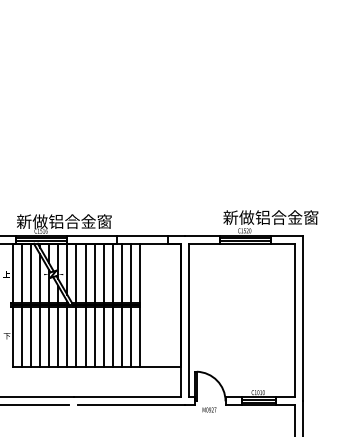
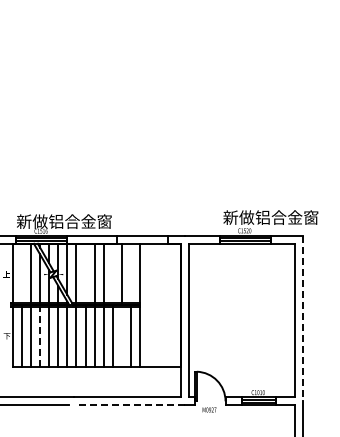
line at (21, 273): present -> none
line at (85, 273): present -> none
line at (112, 273): present -> none
line at (131, 273): present -> none
line at (303, 318): solid -> dashed
line at (121, 336): present -> none
line at (40, 337): solid -> dashed
line at (131, 405): solid -> dashed
